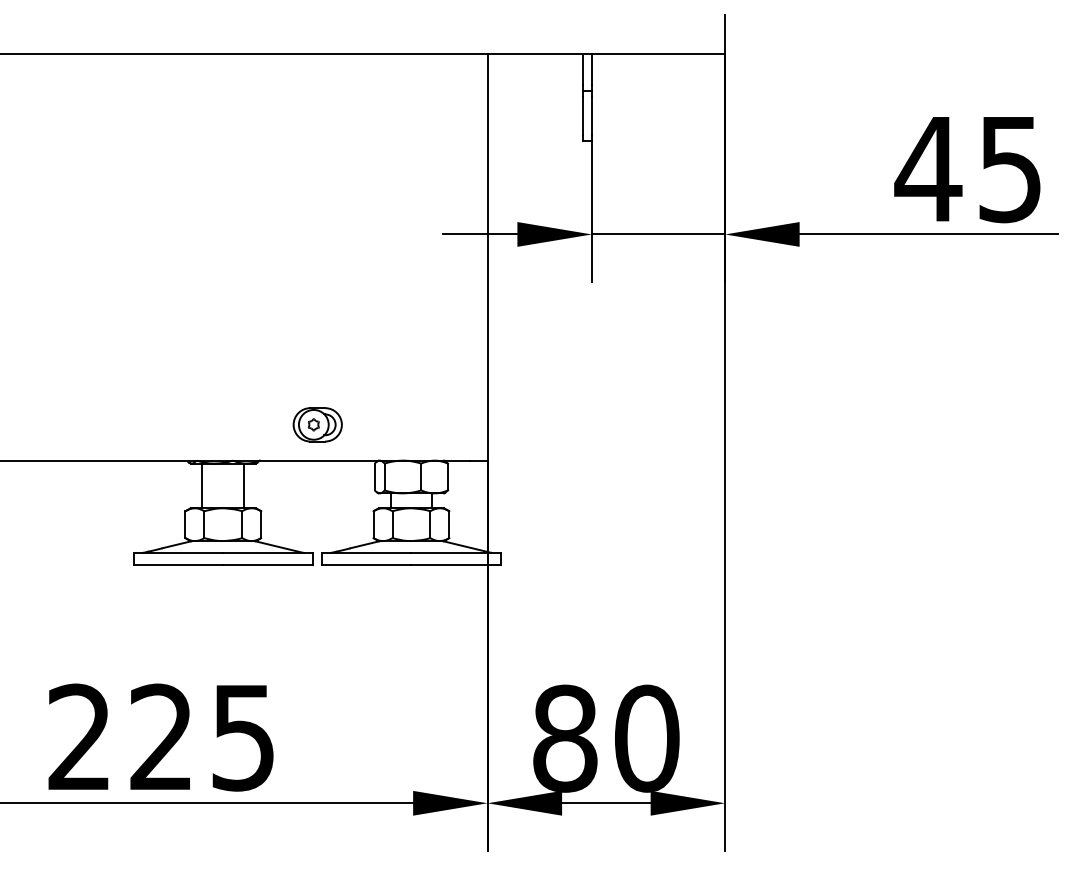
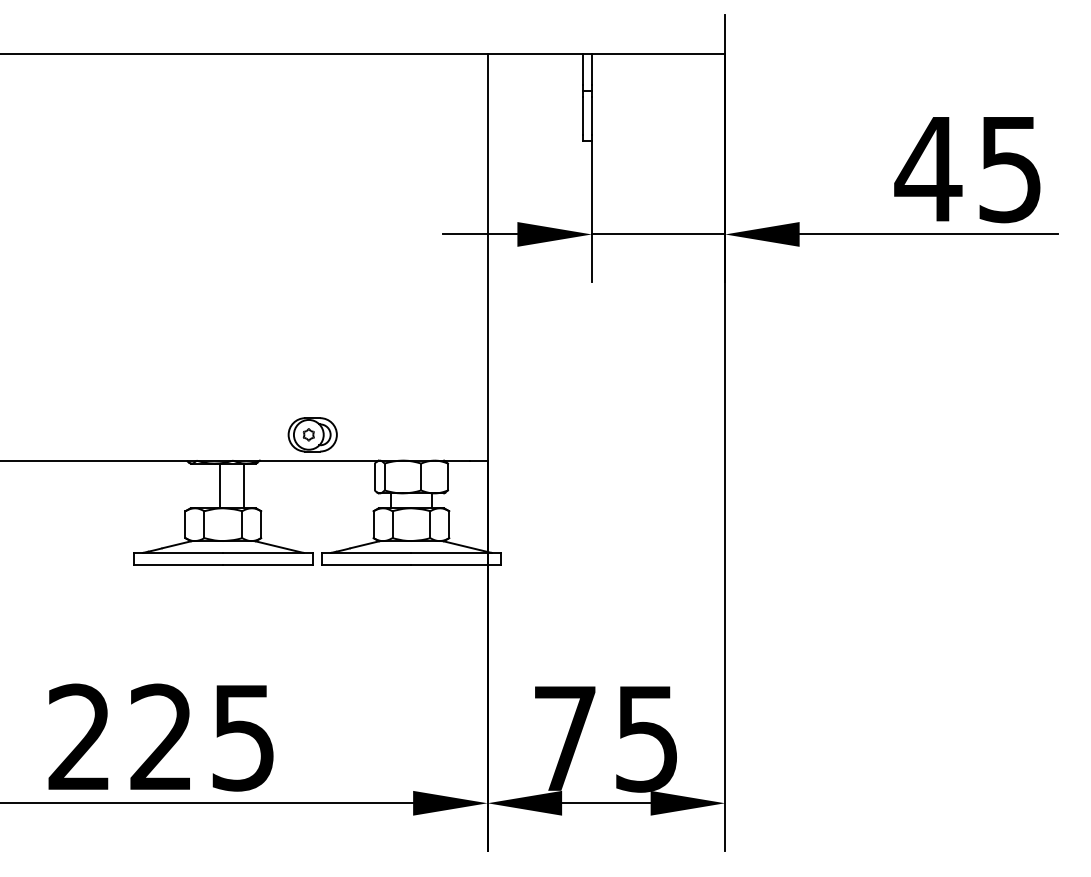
part at (317, 424) position: (317, 424) -> (312, 434)
line at (202, 485) position: (202, 485) -> (220, 485)
text at (606, 738): 80 -> 75
